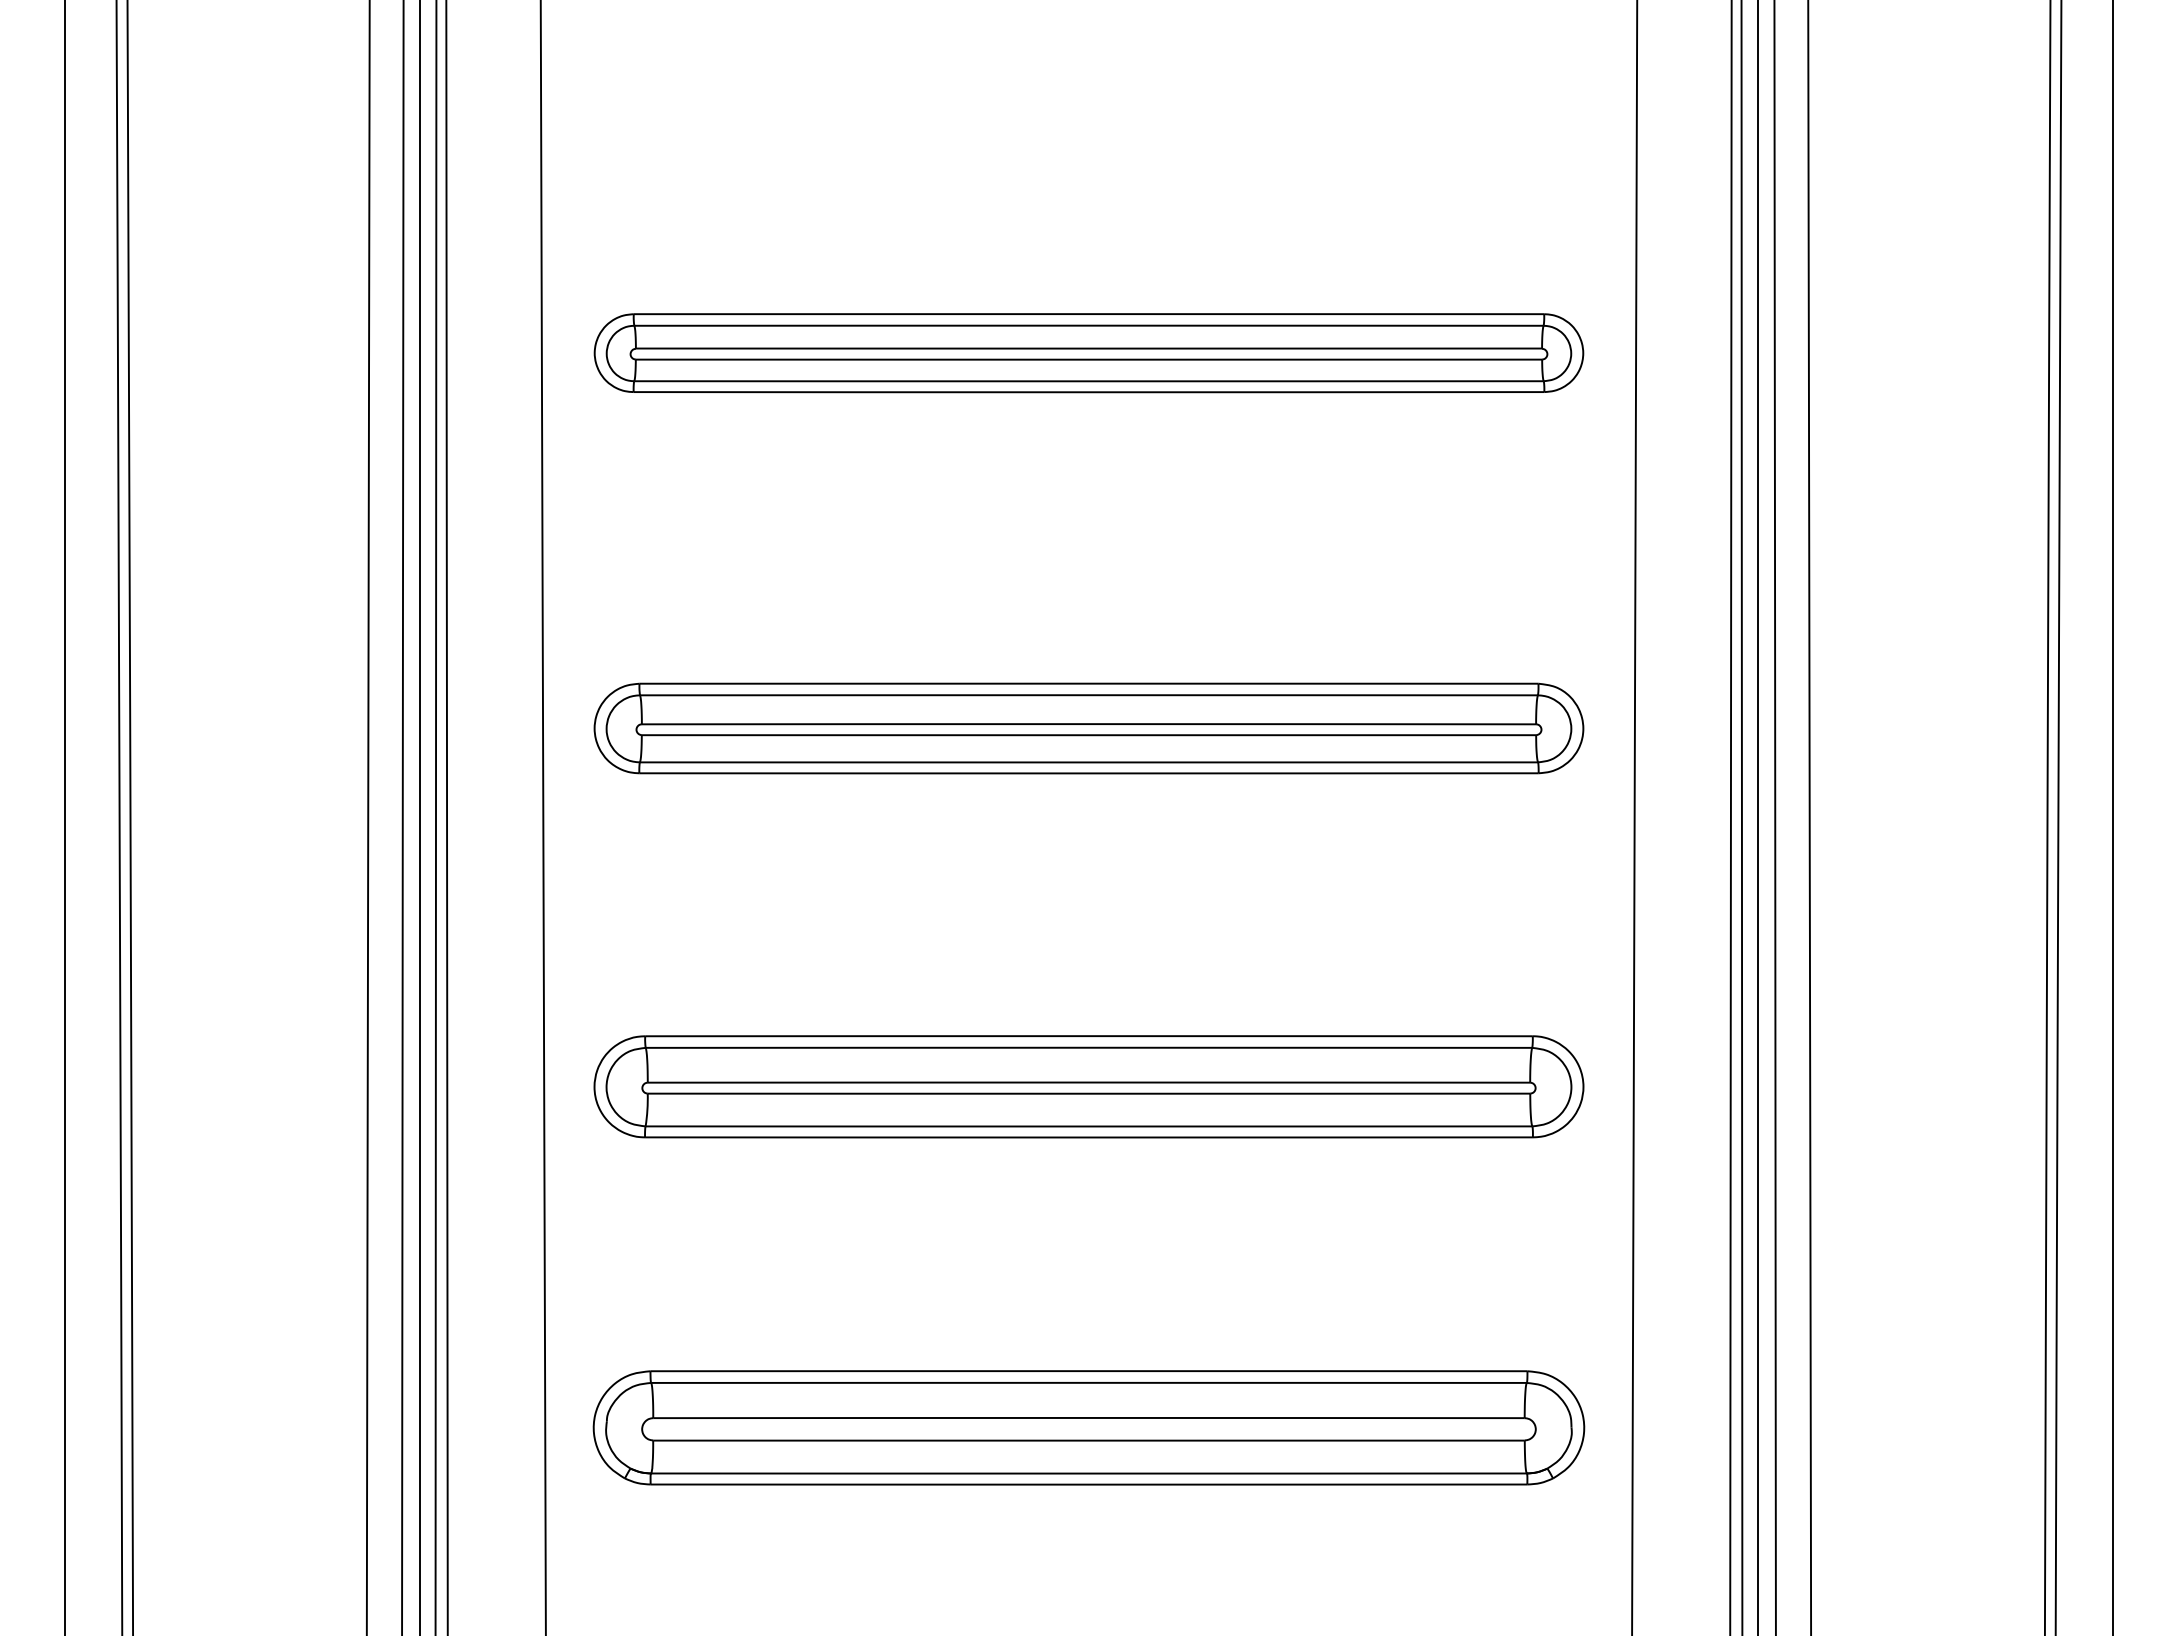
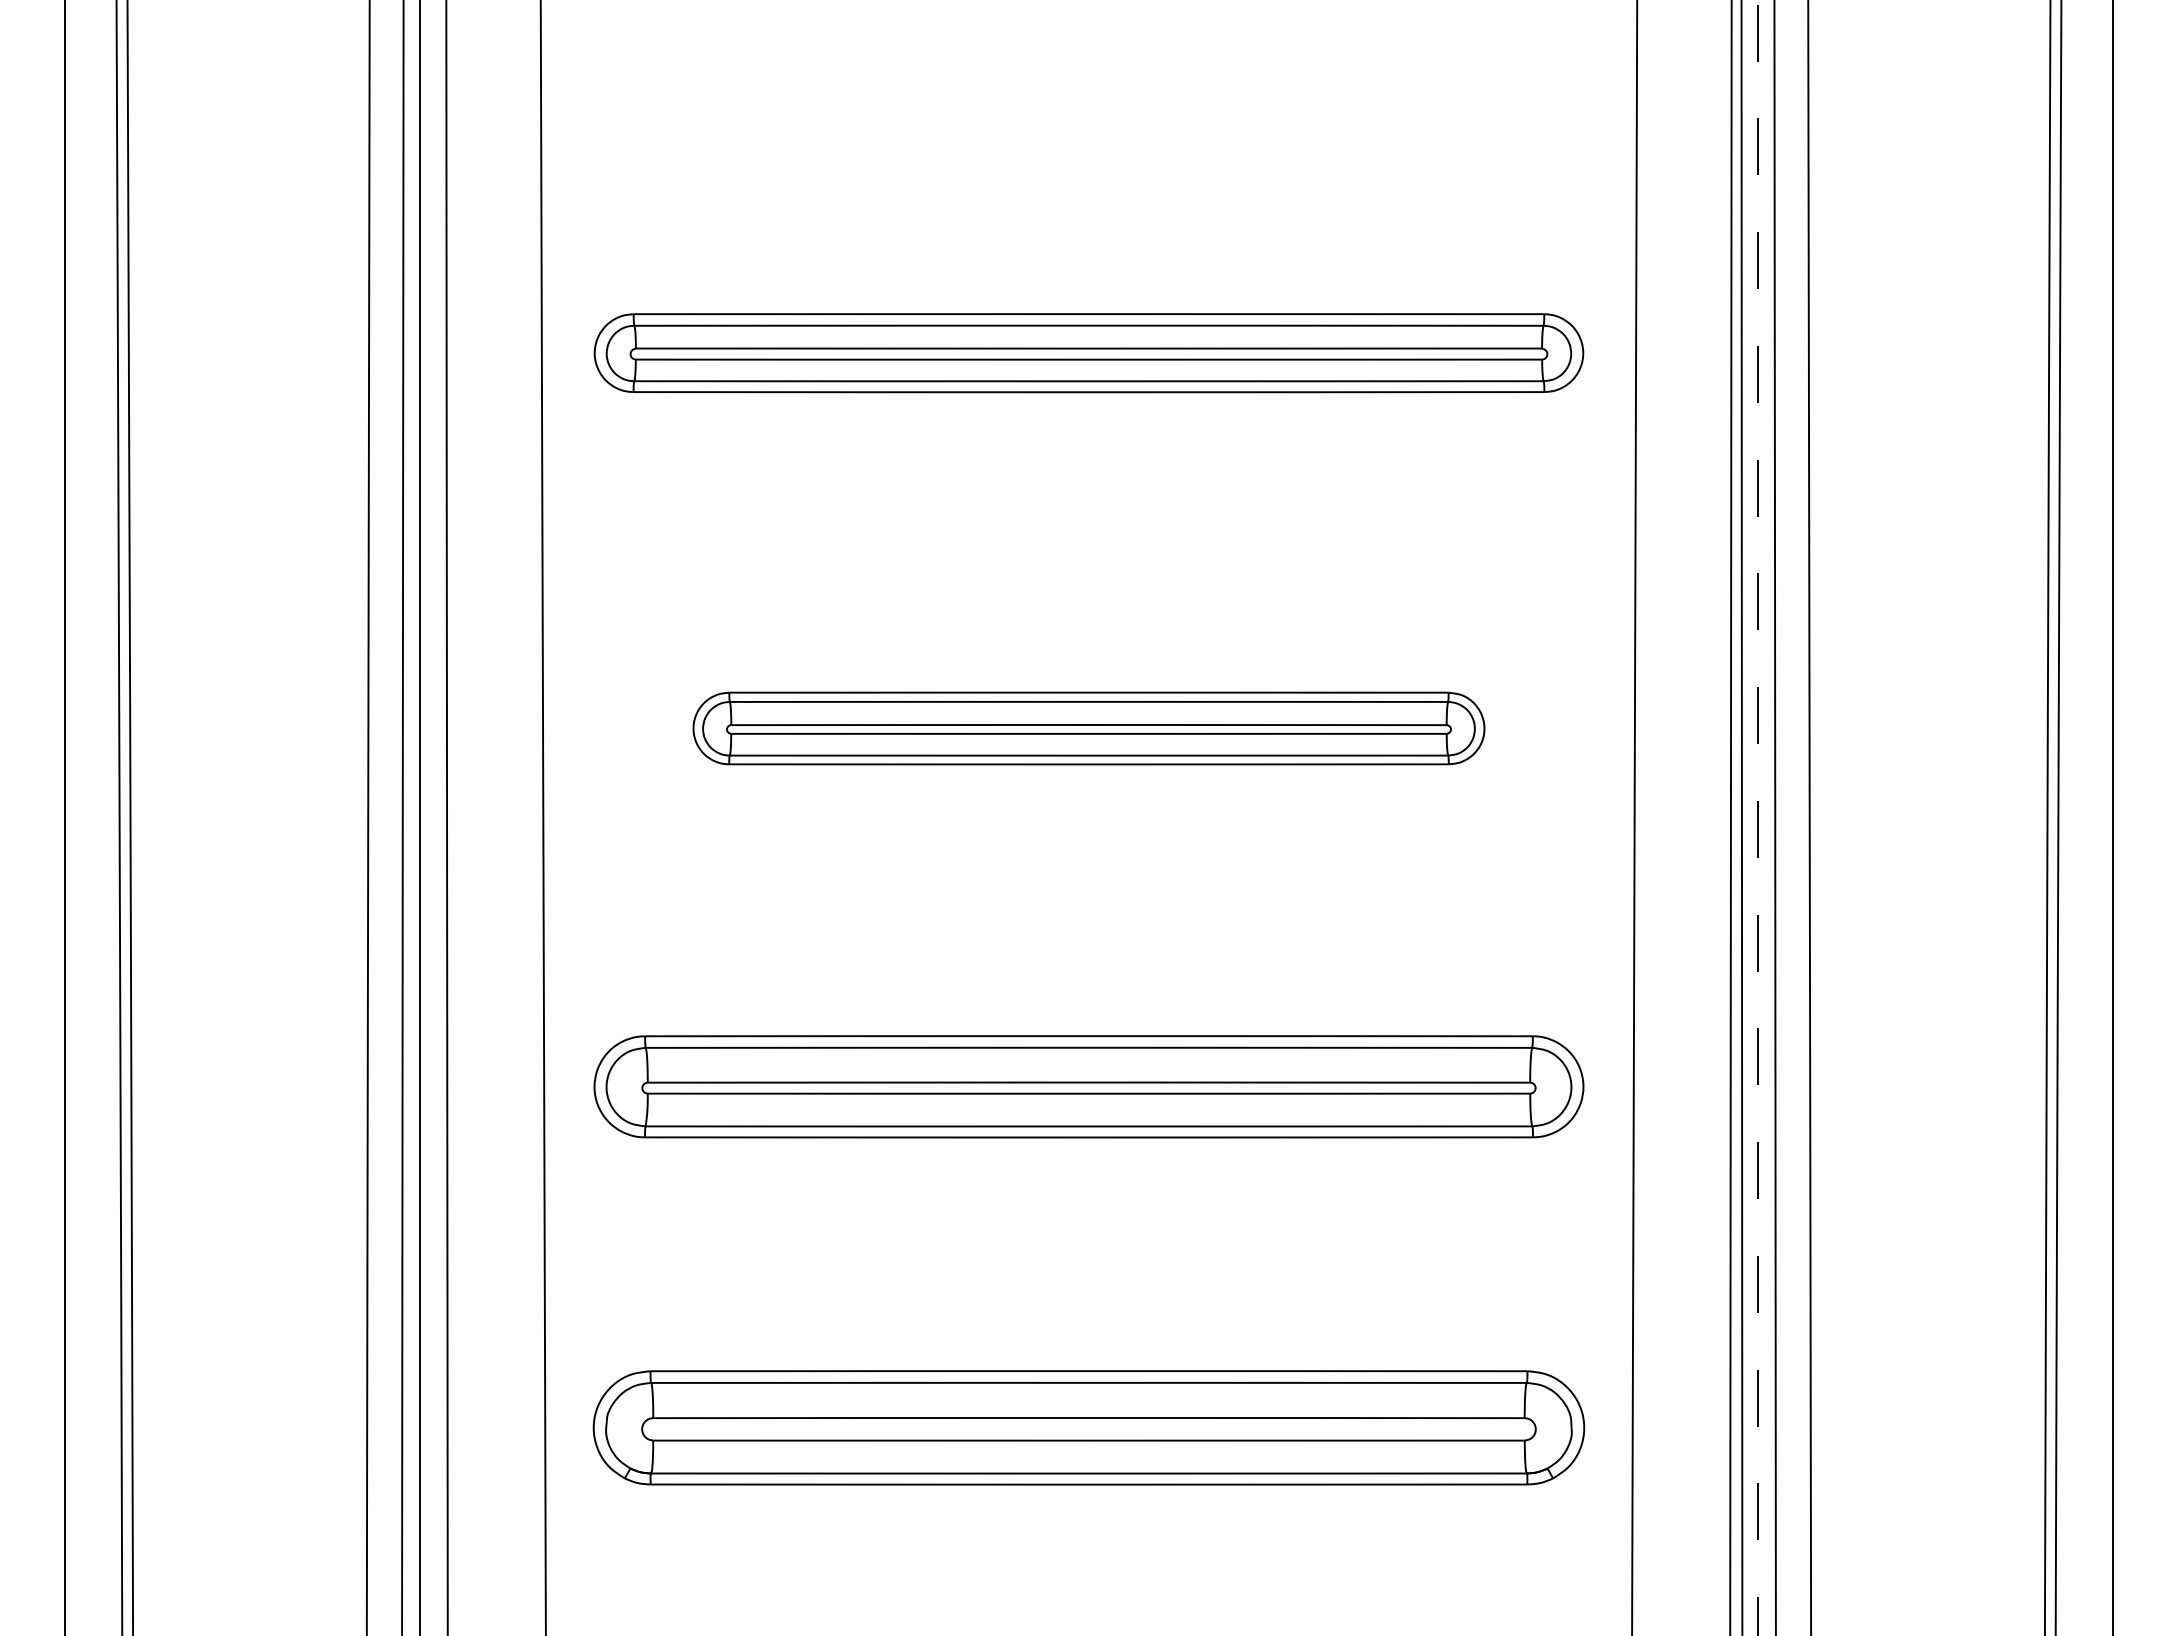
part at (1088, 728) size: 992x93 px -> 794x75 px
line at (435, 817): present -> none
line at (1757, 817): solid -> dashed
